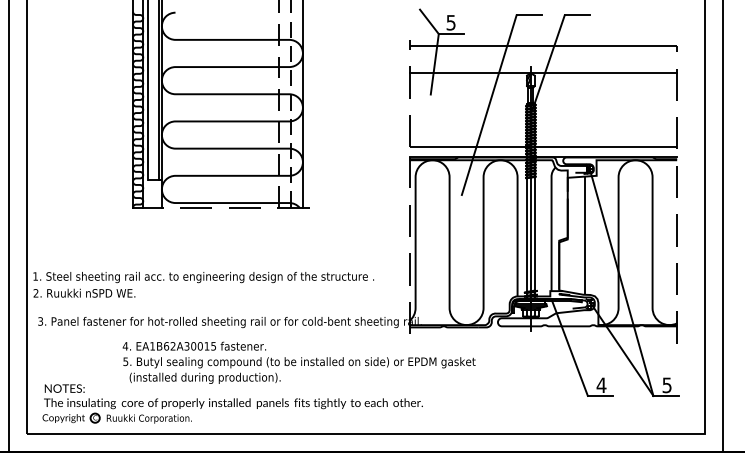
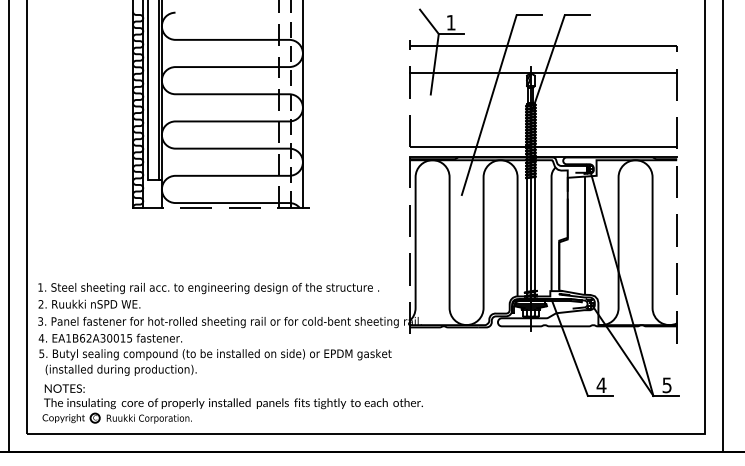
text at (450, 22): 5 -> 1
text at (203, 284) position: (203, 284) -> (208, 295)
text at (298, 362) position: (298, 362) -> (214, 354)
